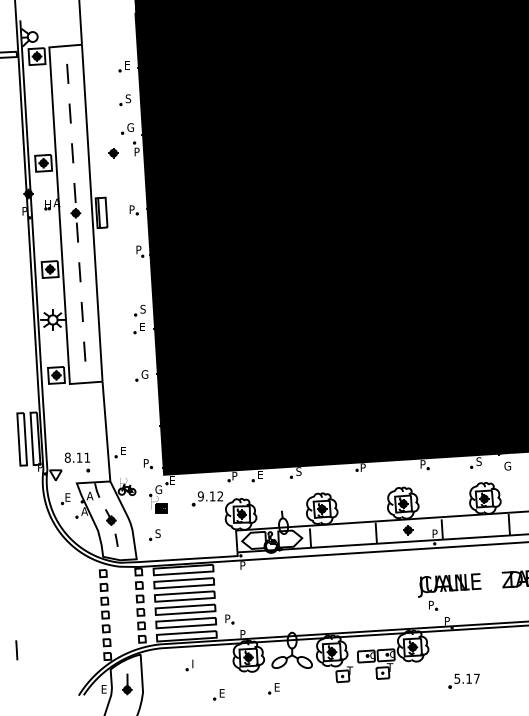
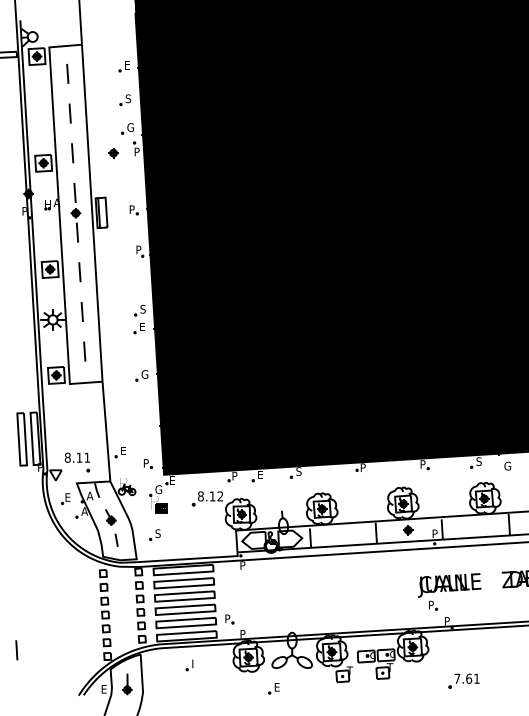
text at (200, 496): 9.12 -> 8.12
text at (466, 678): 5.17 -> 7.61
part at (218, 694): present -> none
